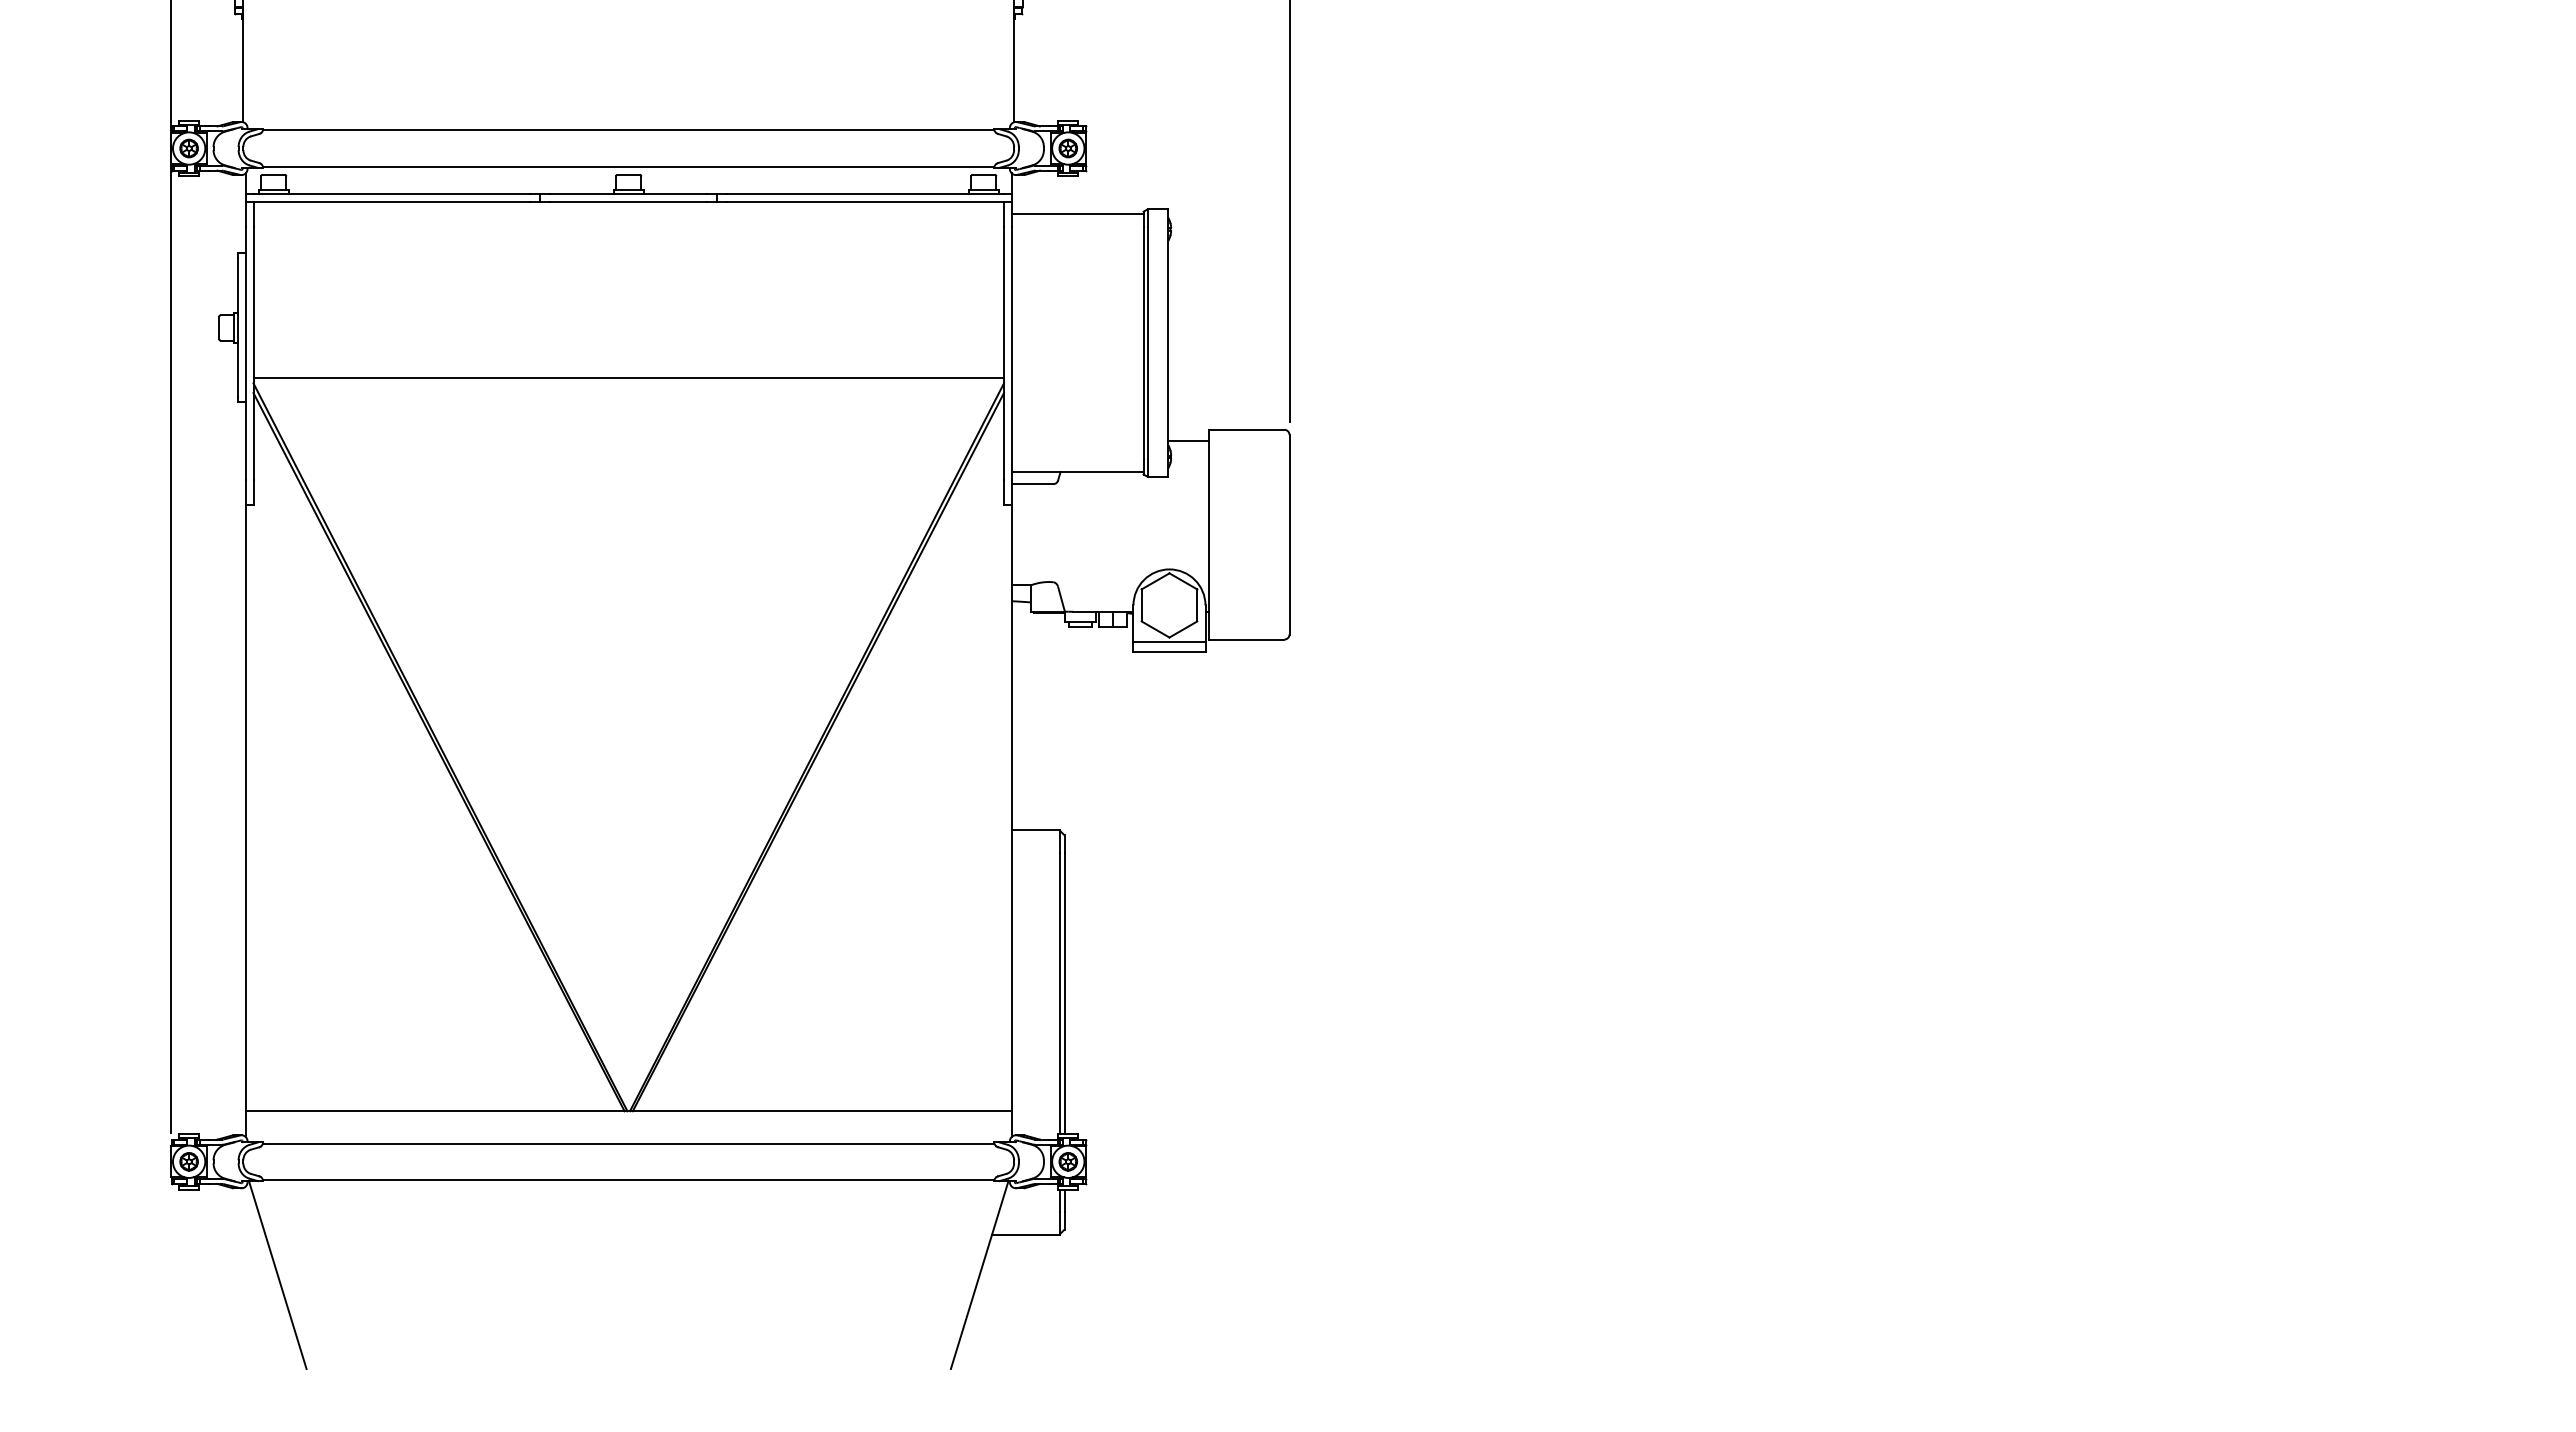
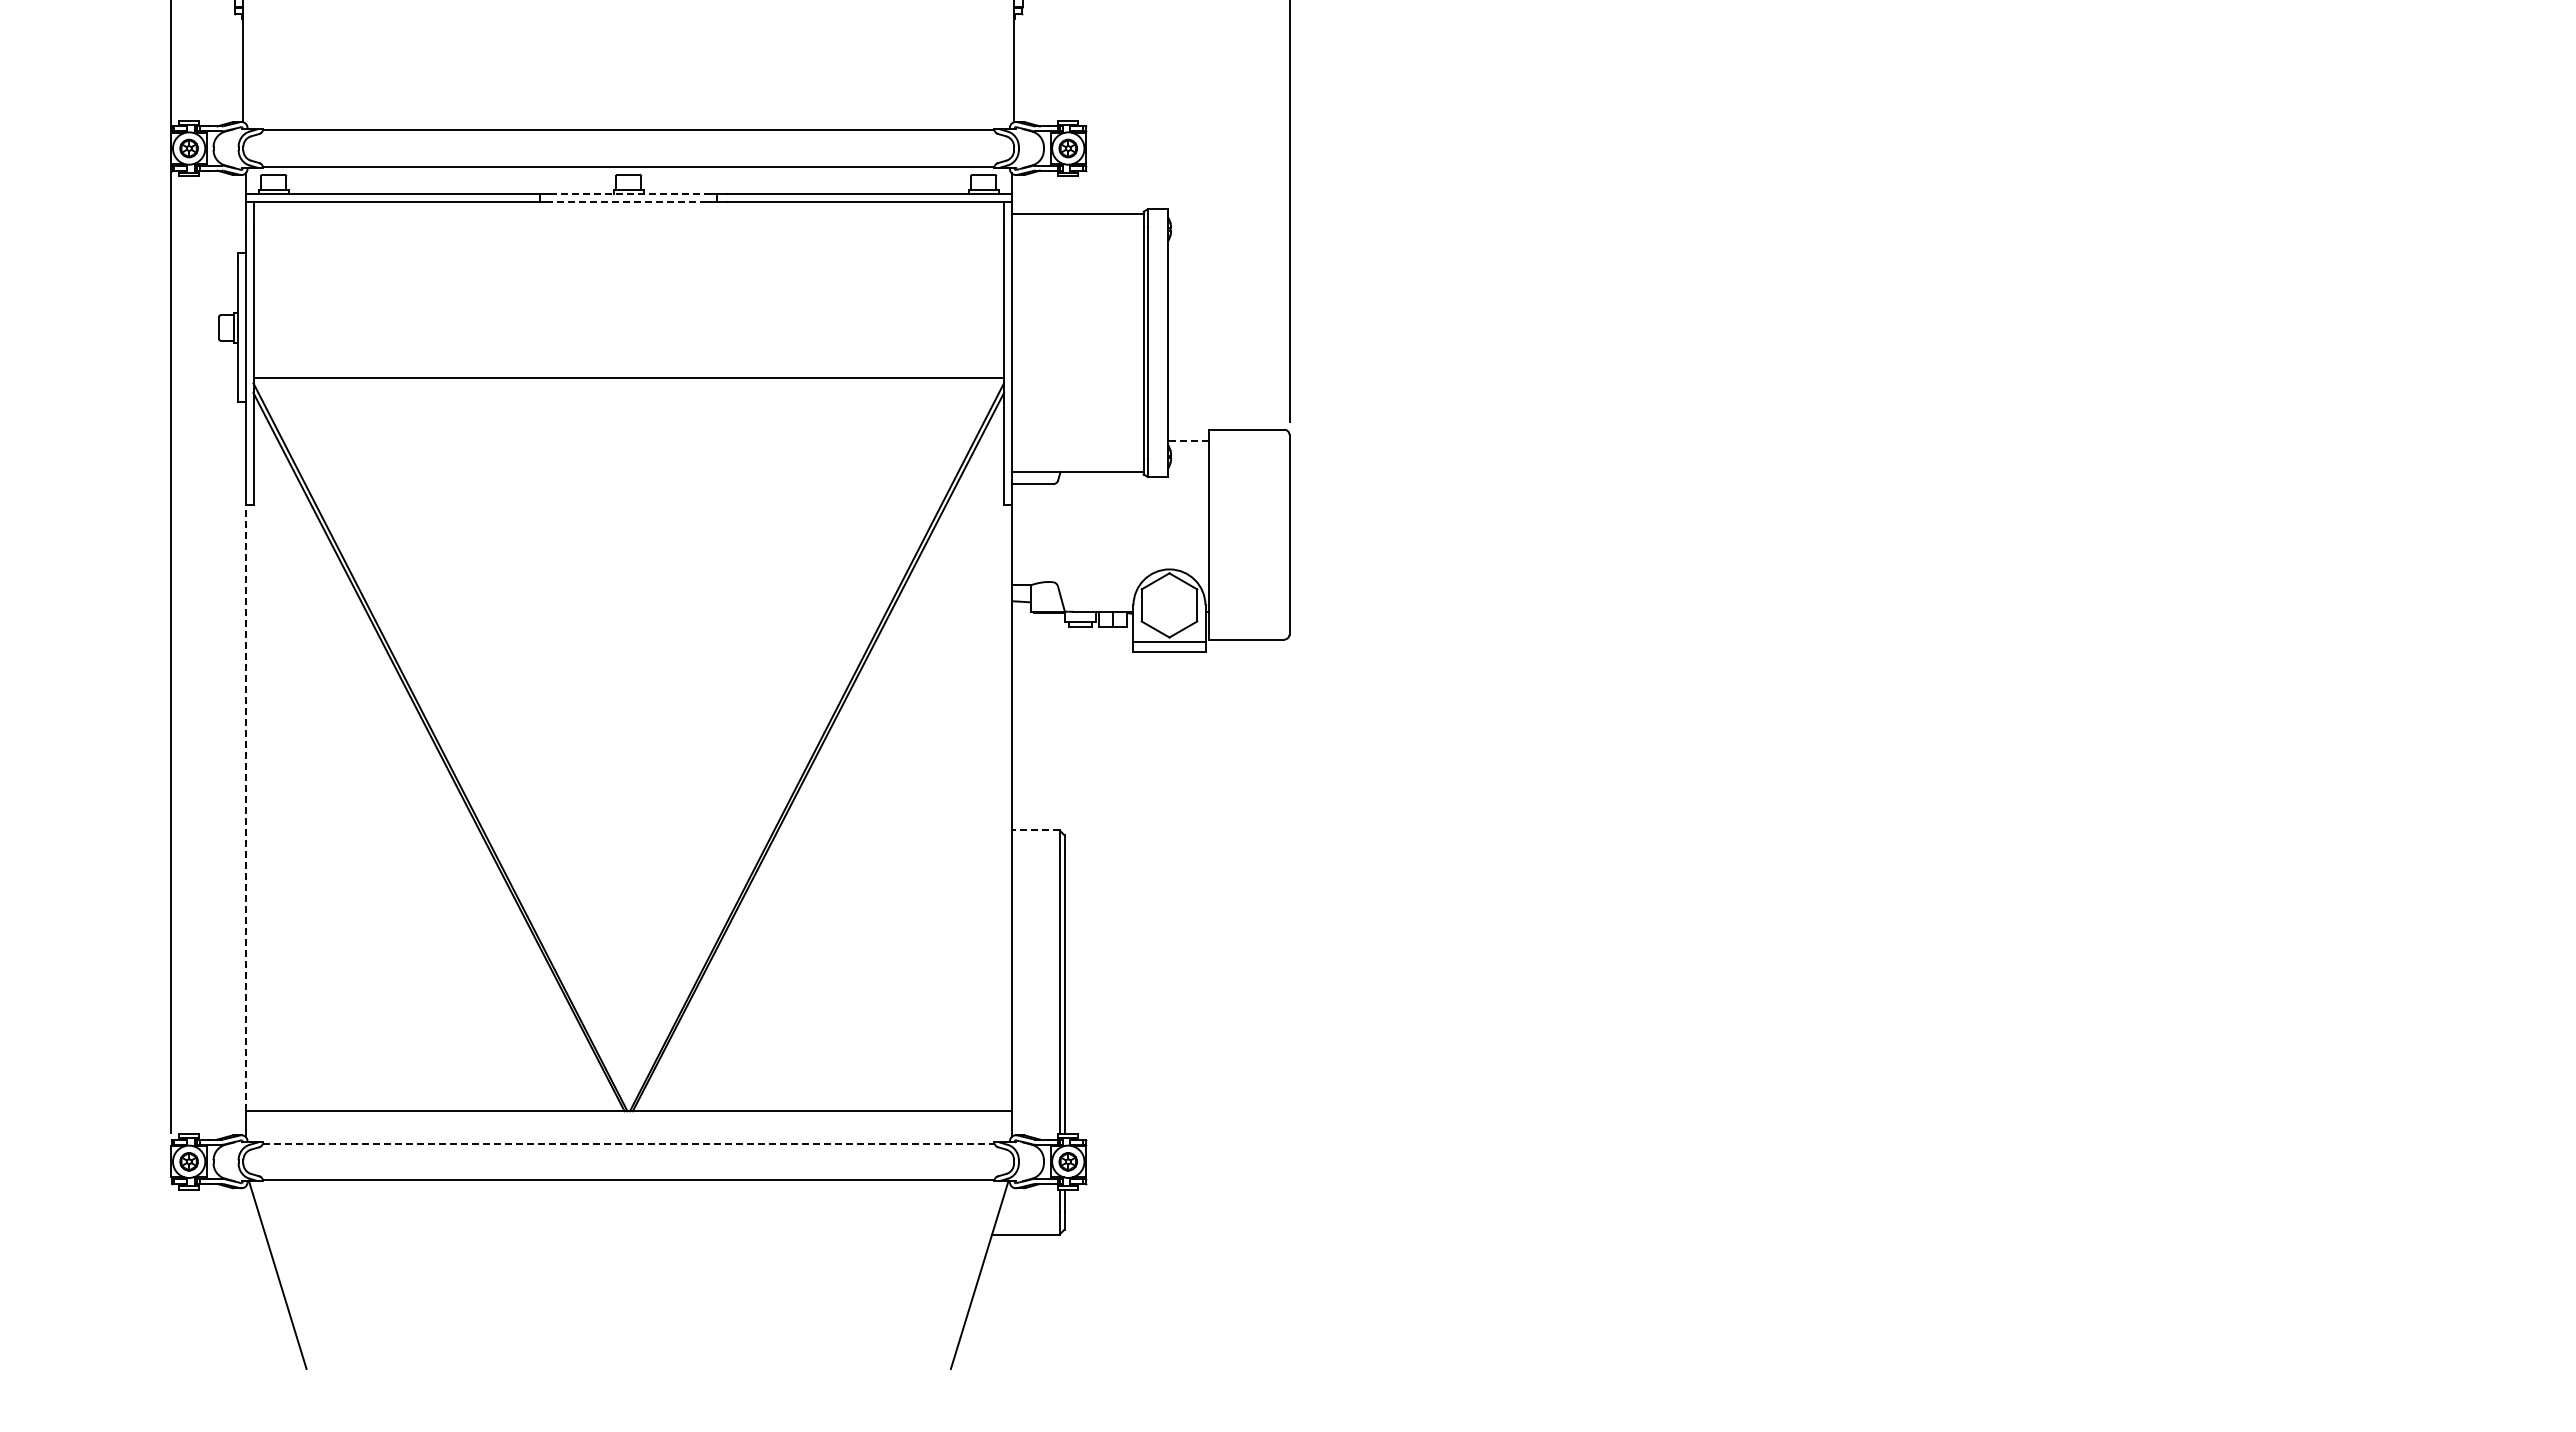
line at (629, 194): solid -> dashed
line at (628, 201): solid -> dashed
line at (1187, 441): solid -> dashed
line at (245, 807): solid -> dashed
line at (1035, 830): solid -> dashed
line at (628, 1143): solid -> dashed
